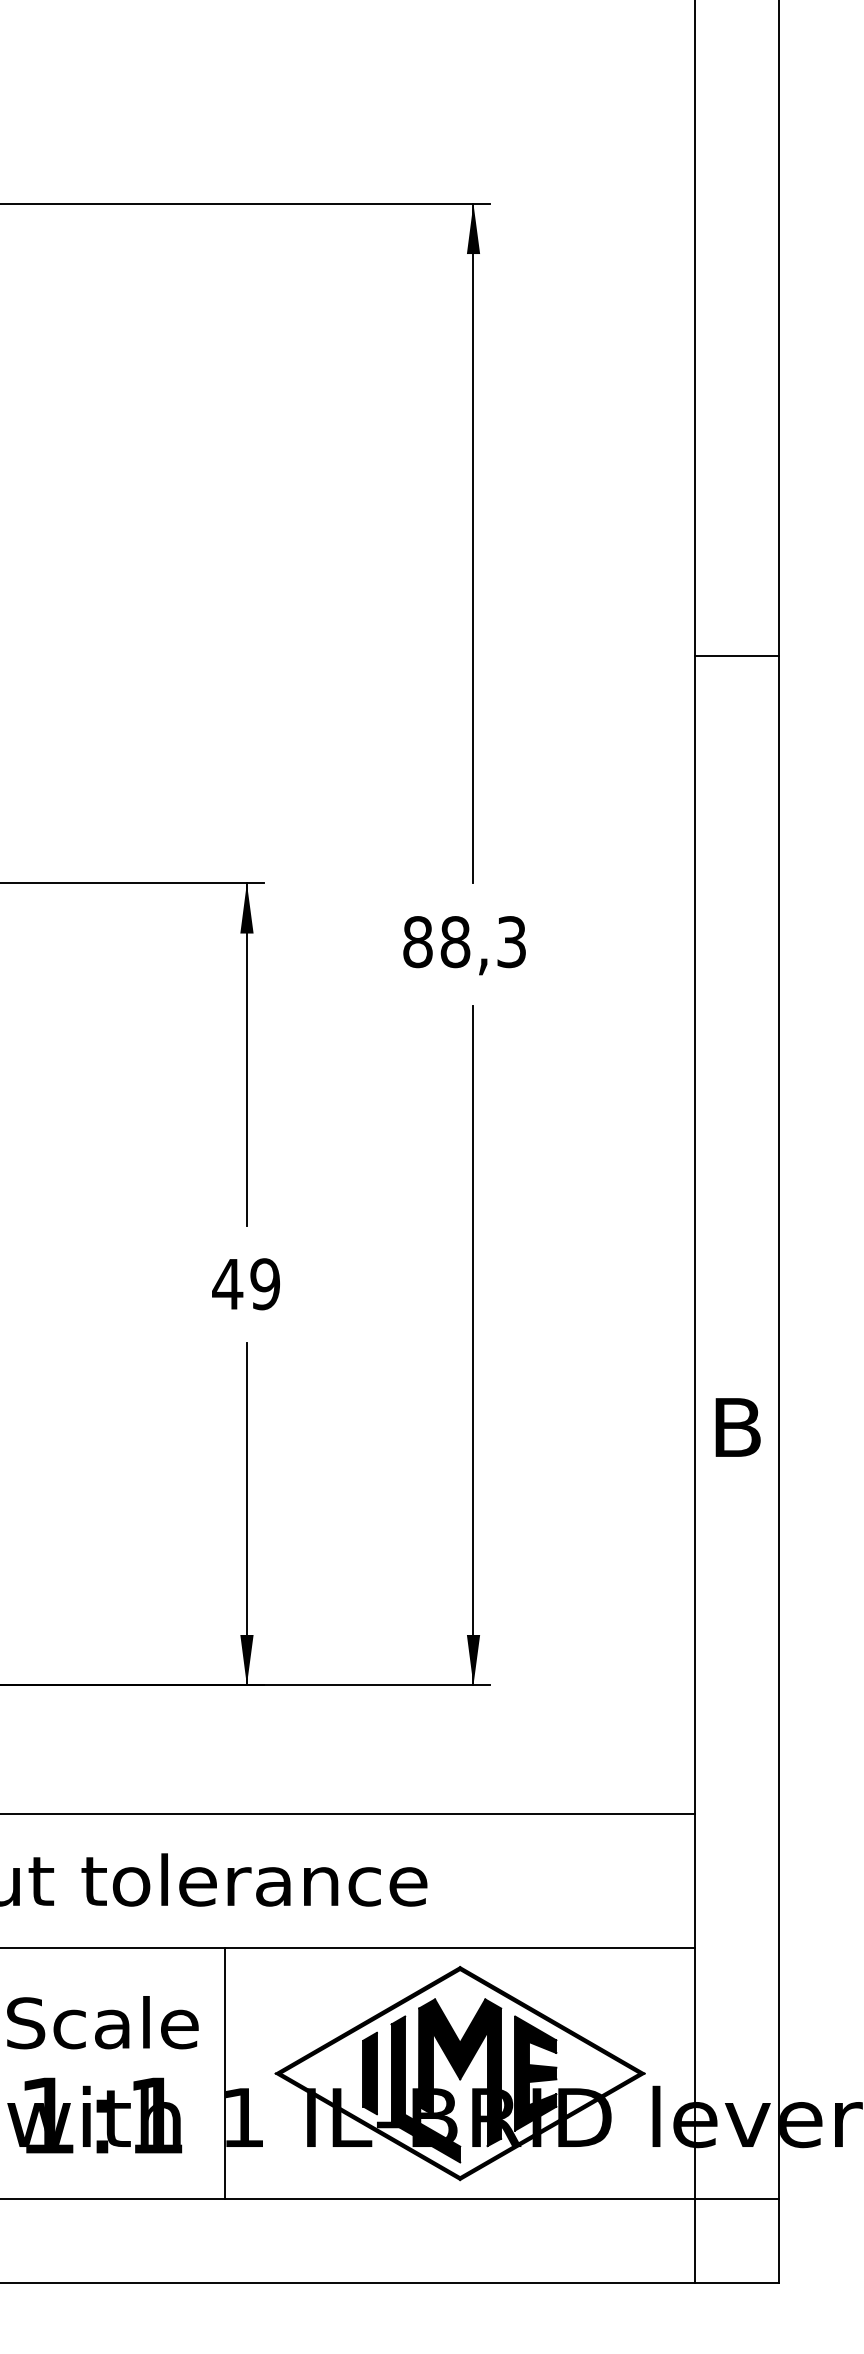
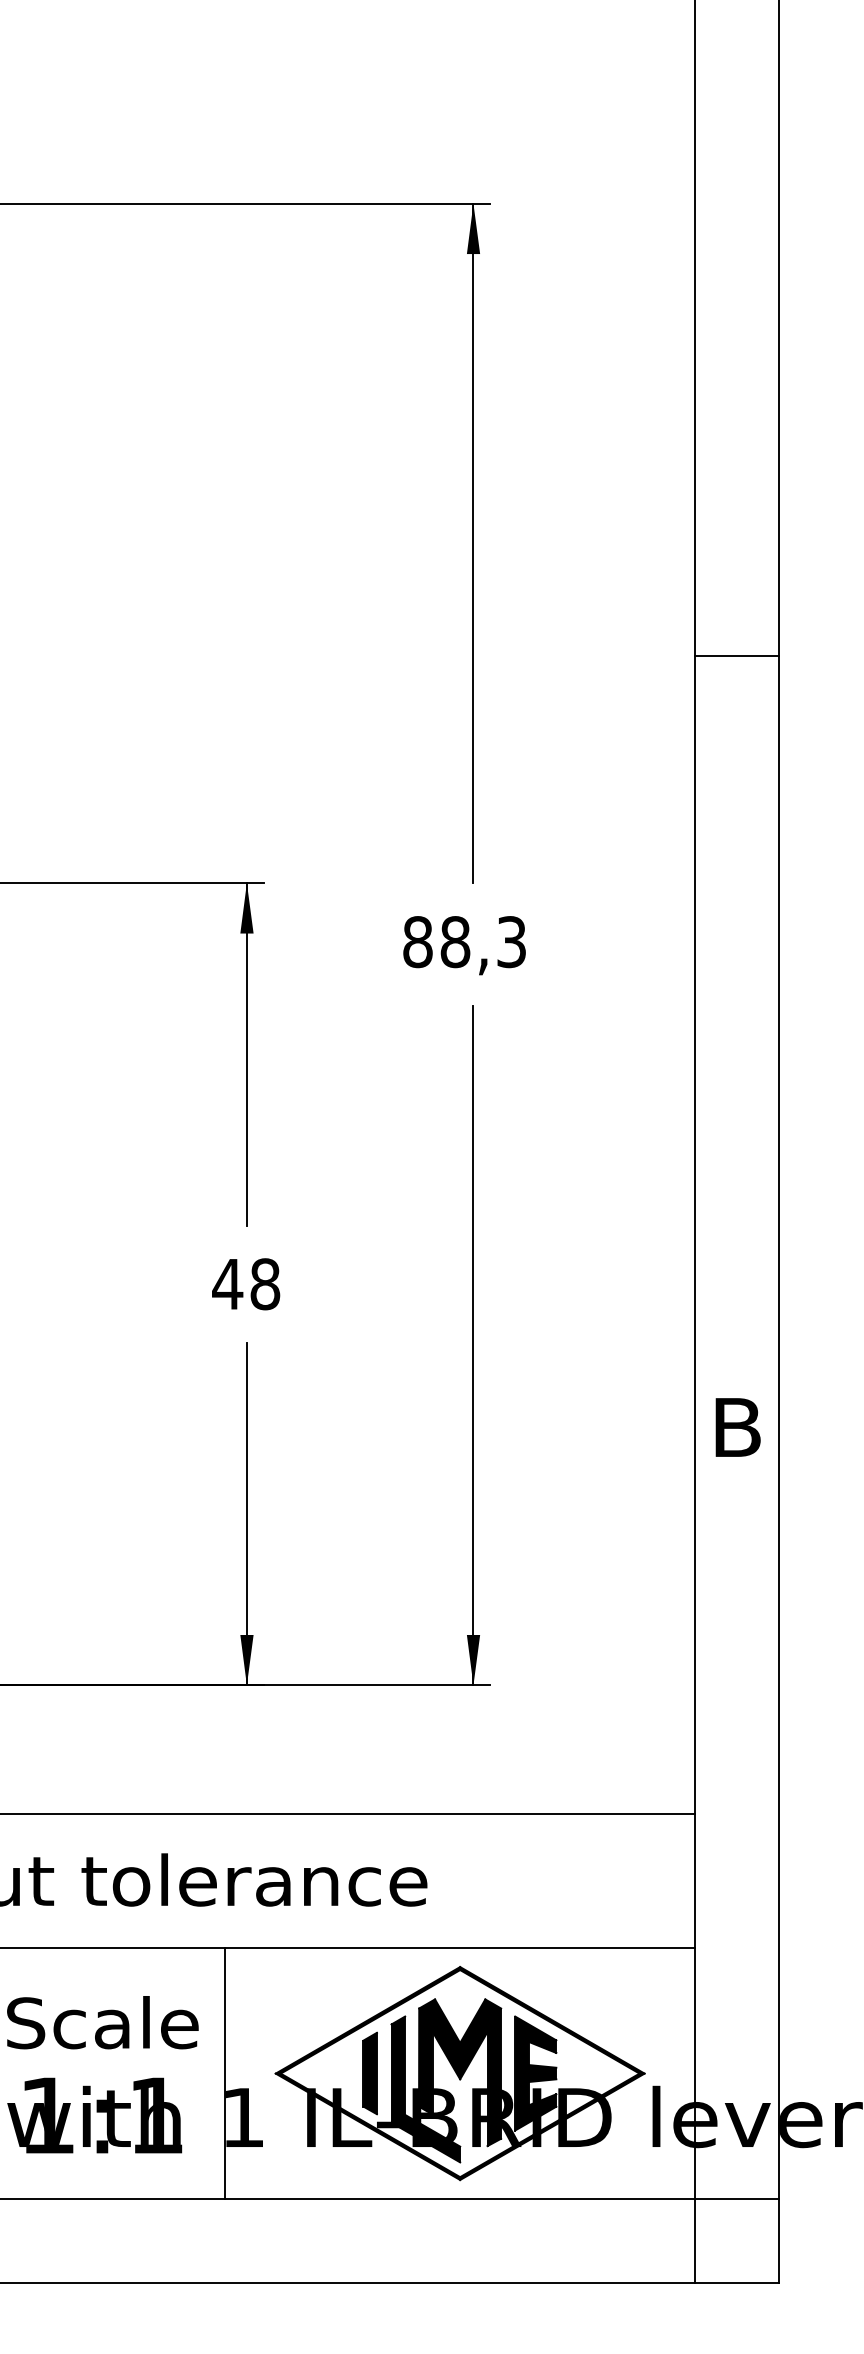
text at (265, 1284): 49 -> 48
